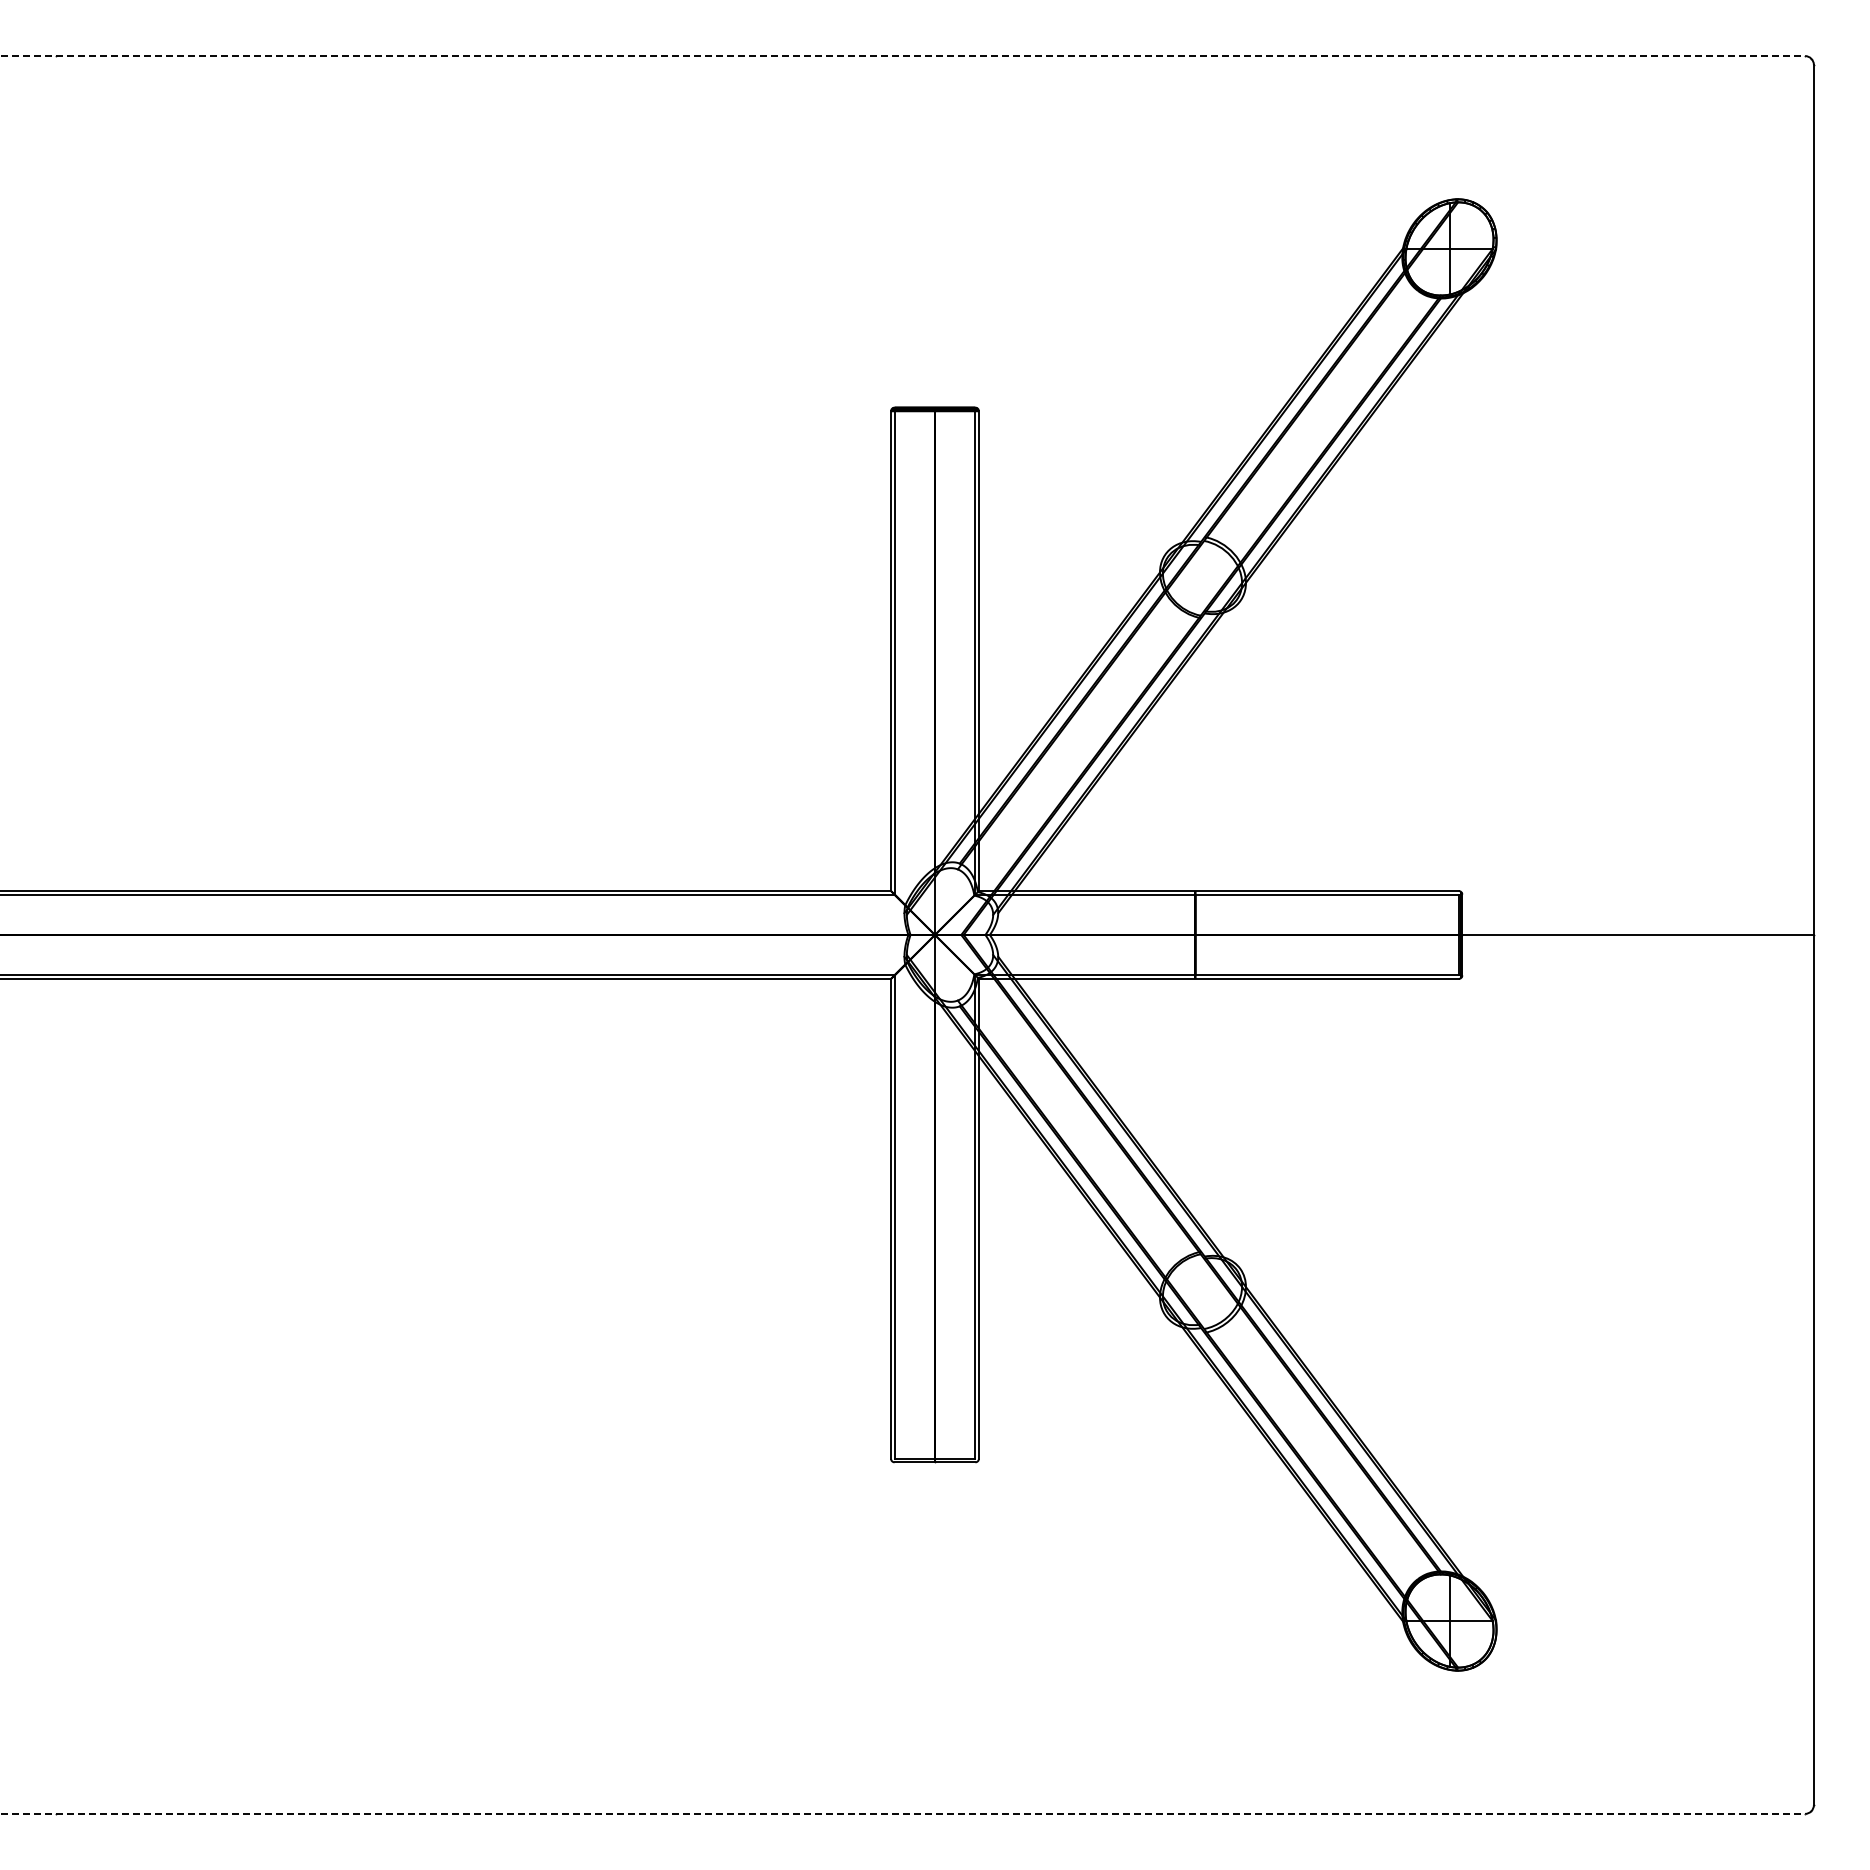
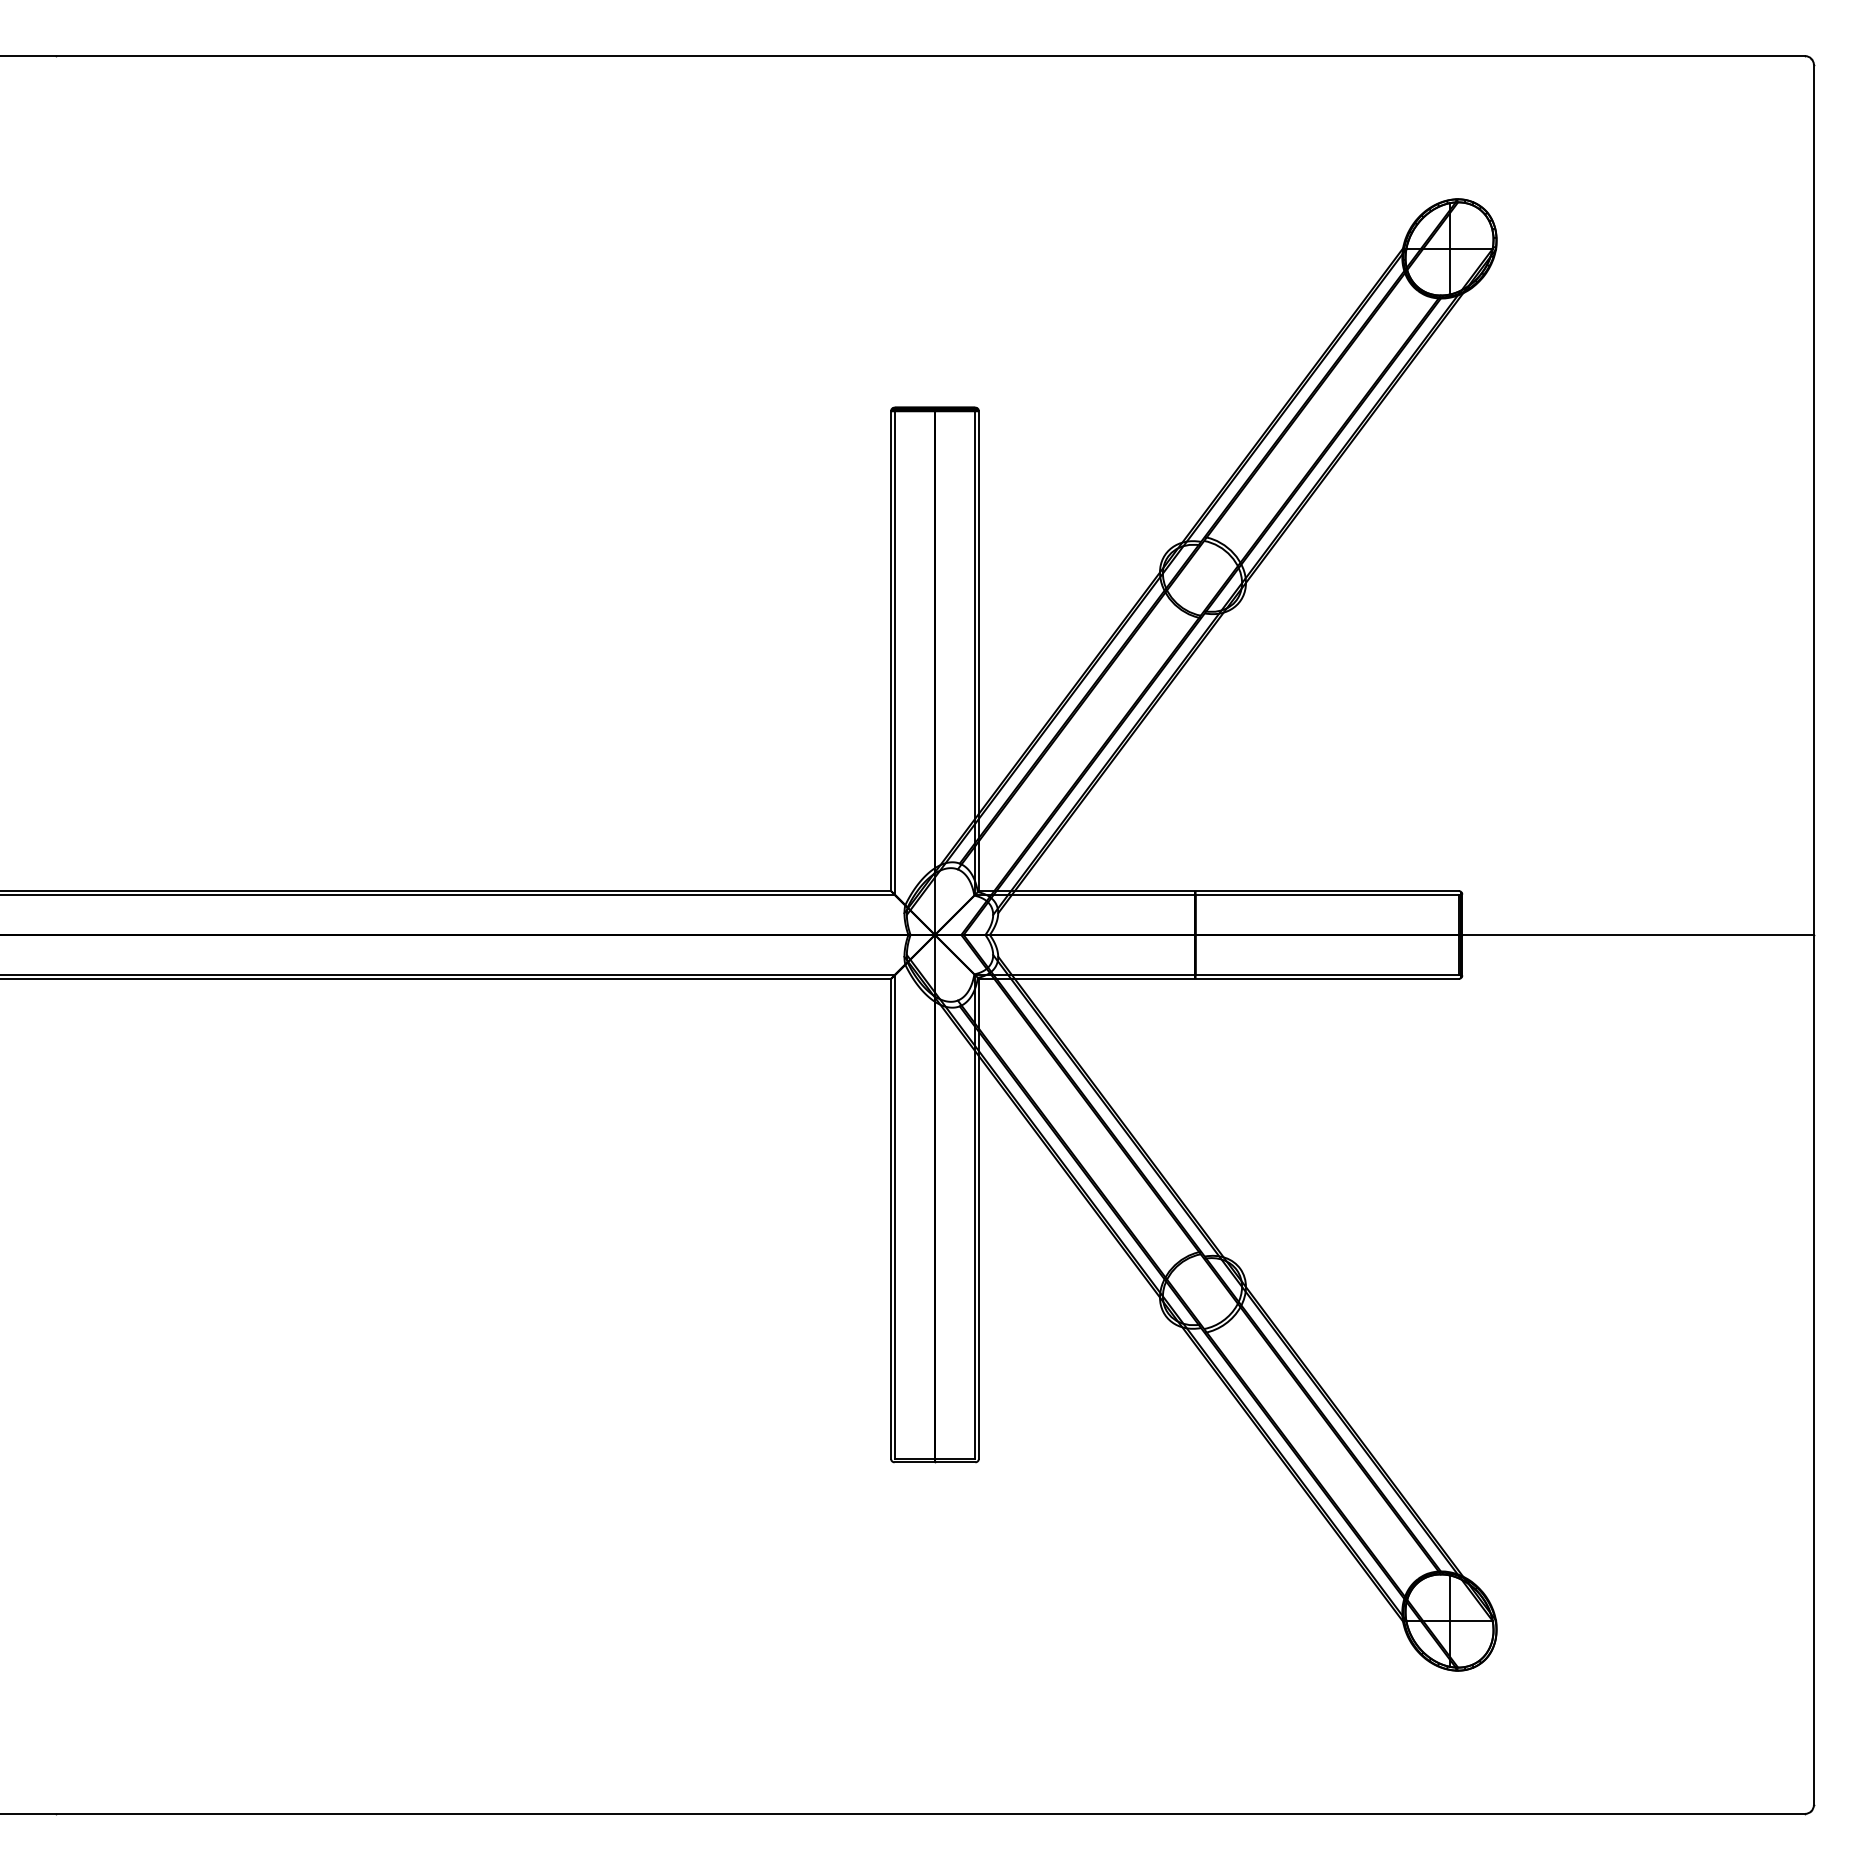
line at (903, 56): dashed -> solid
line at (903, 1813): dashed -> solid
